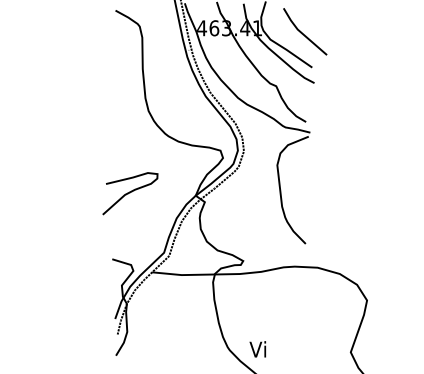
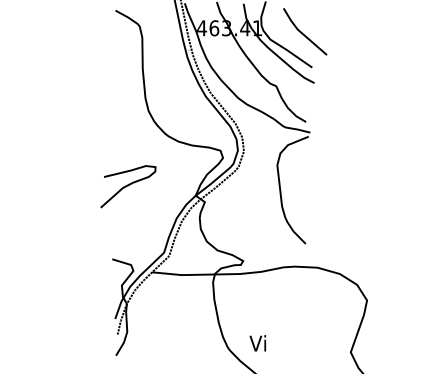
curve at (130, 193) position: (130, 193) -> (128, 186)
text at (257, 349) position: (257, 349) -> (257, 343)
